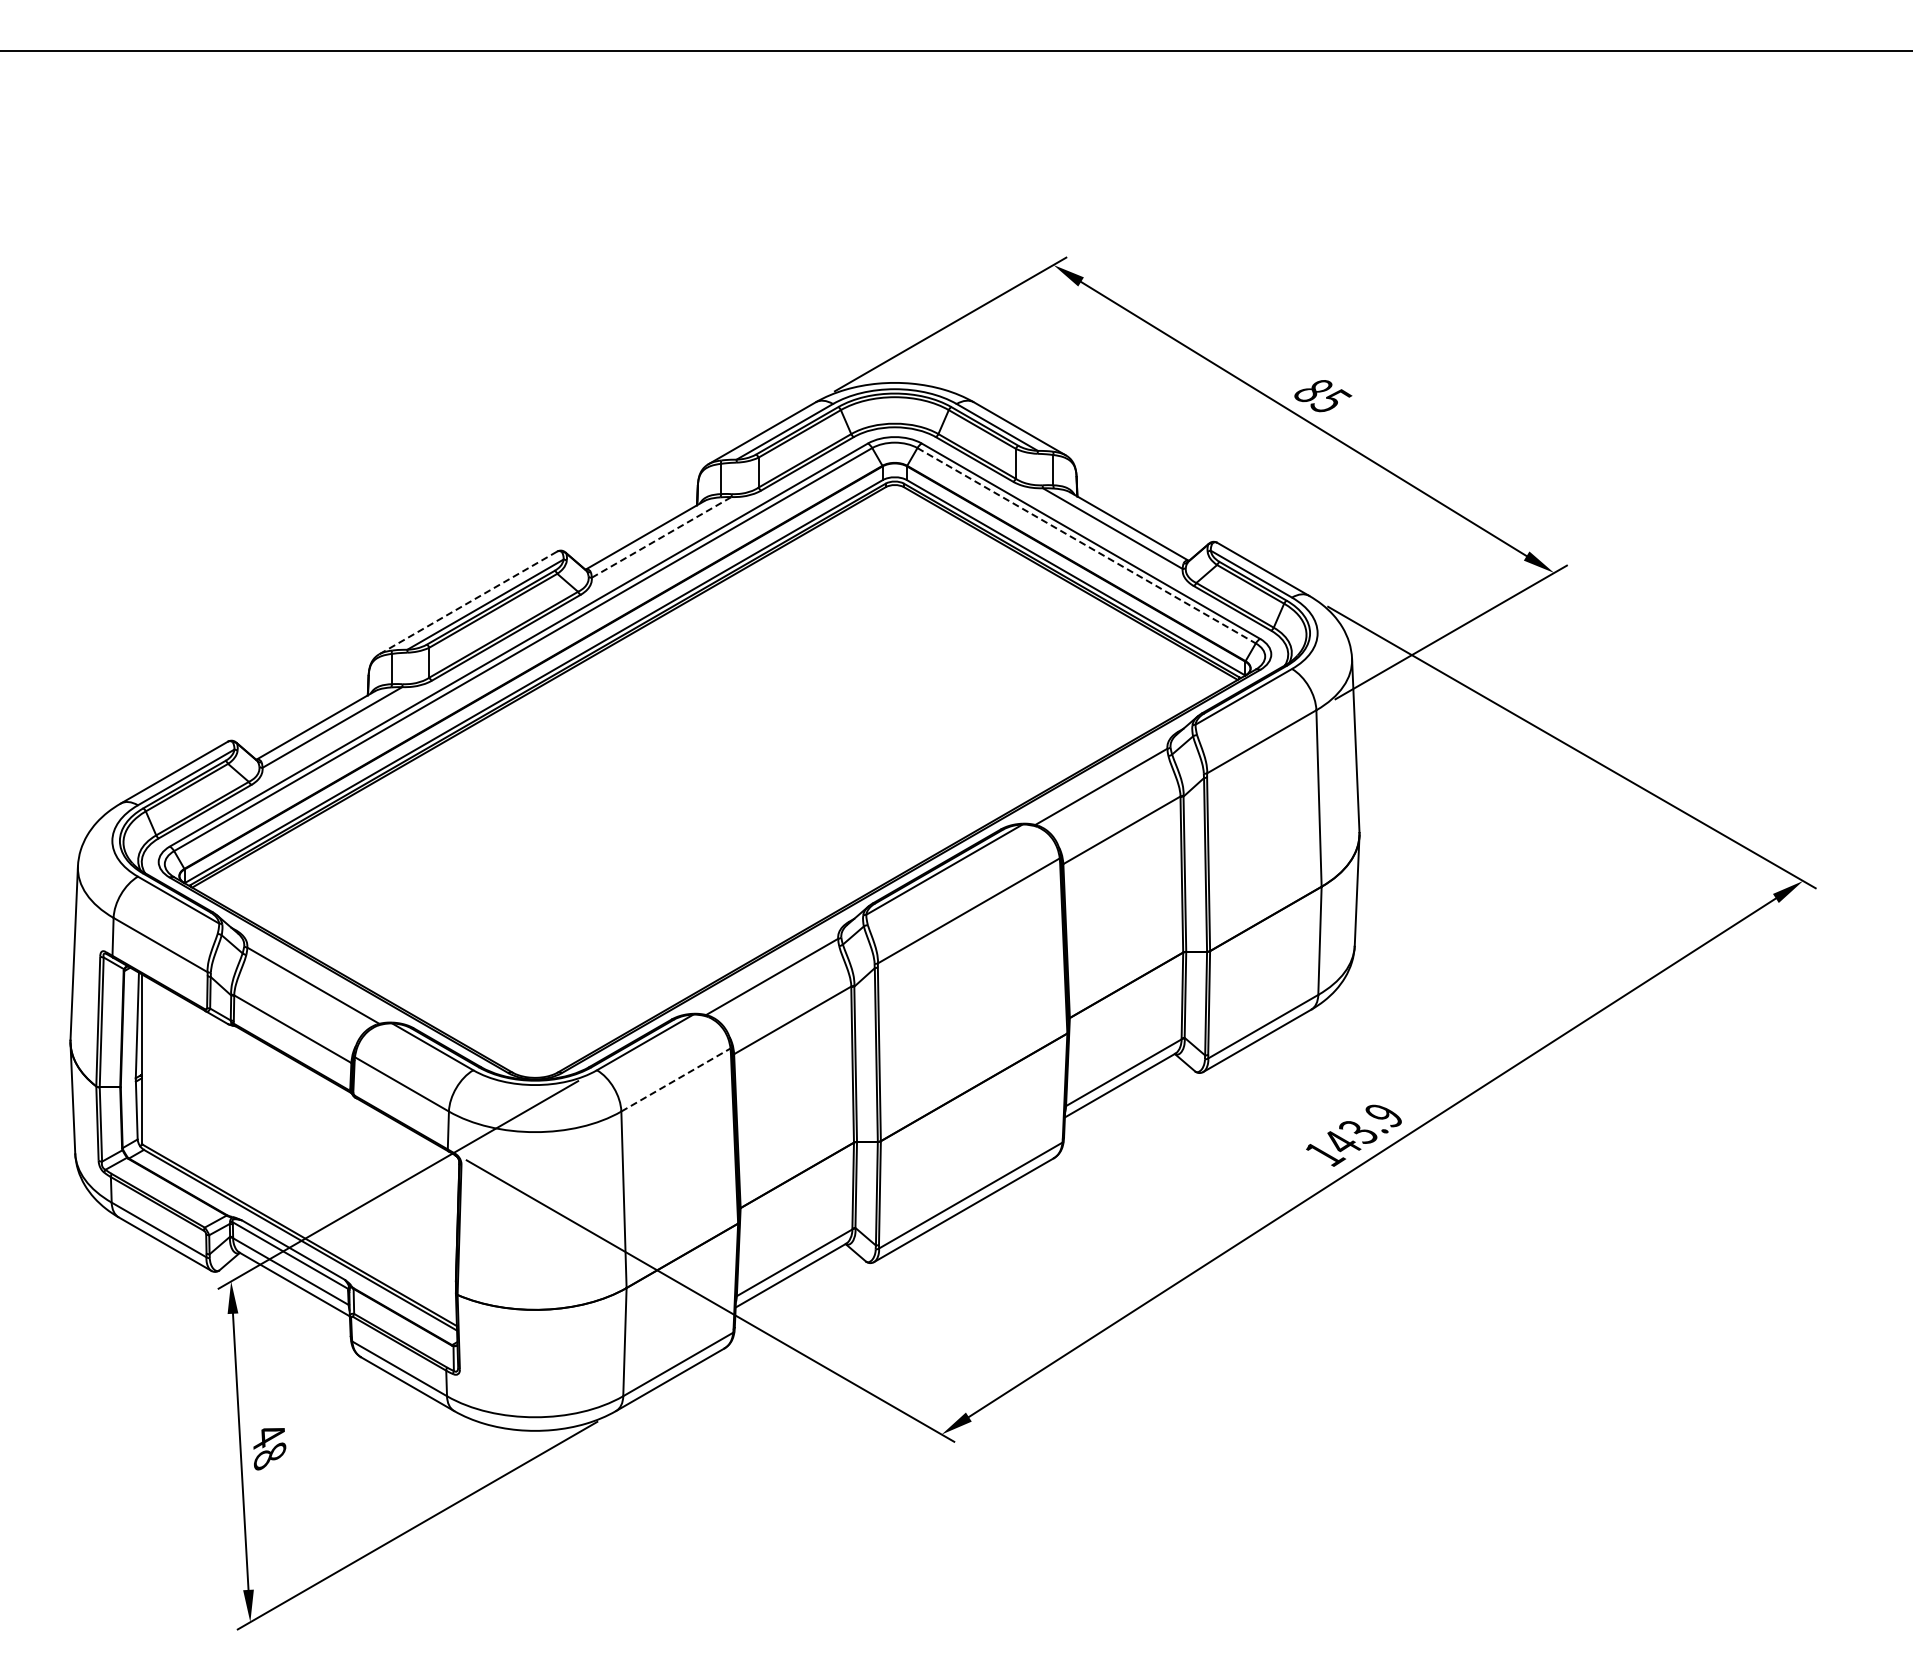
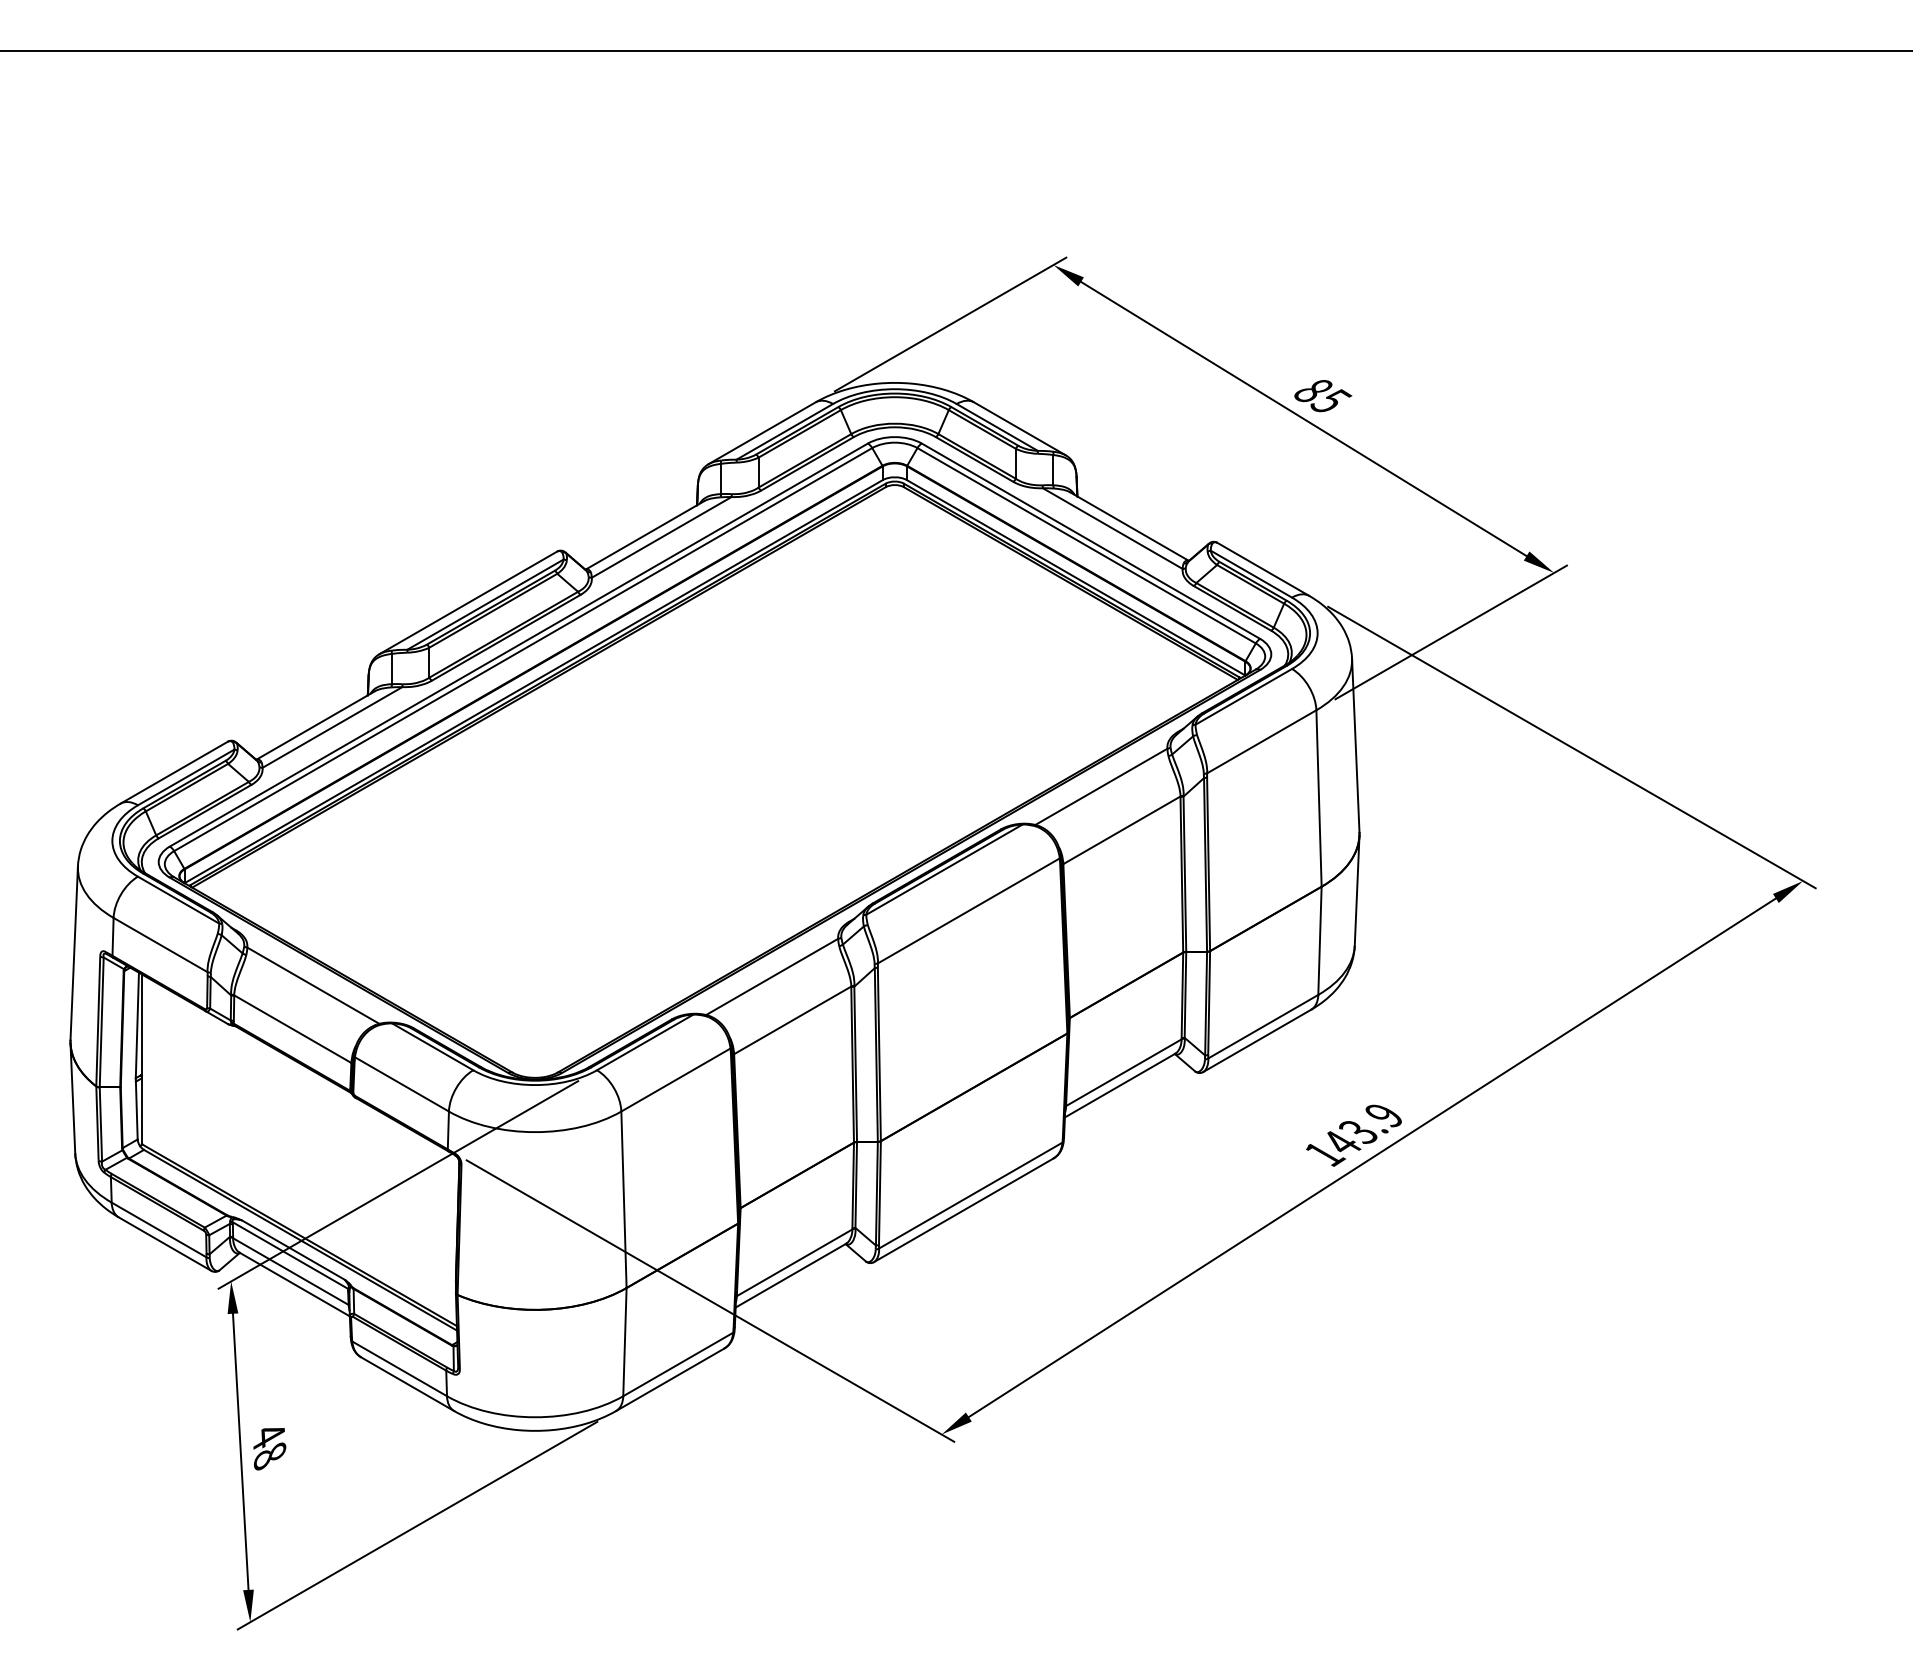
line at (661, 537): dashed -> solid
line at (1087, 546): dashed -> solid
line at (468, 602): dashed -> solid
line at (676, 1079): dashed -> solid
